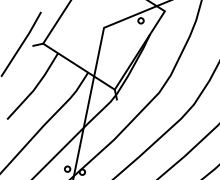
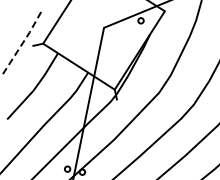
line at (22, 44): solid -> dashed
